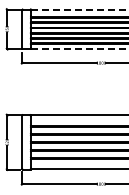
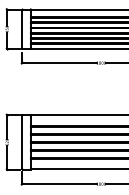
line at (79, 9): dashed -> solid
line at (79, 48): dashed -> solid
